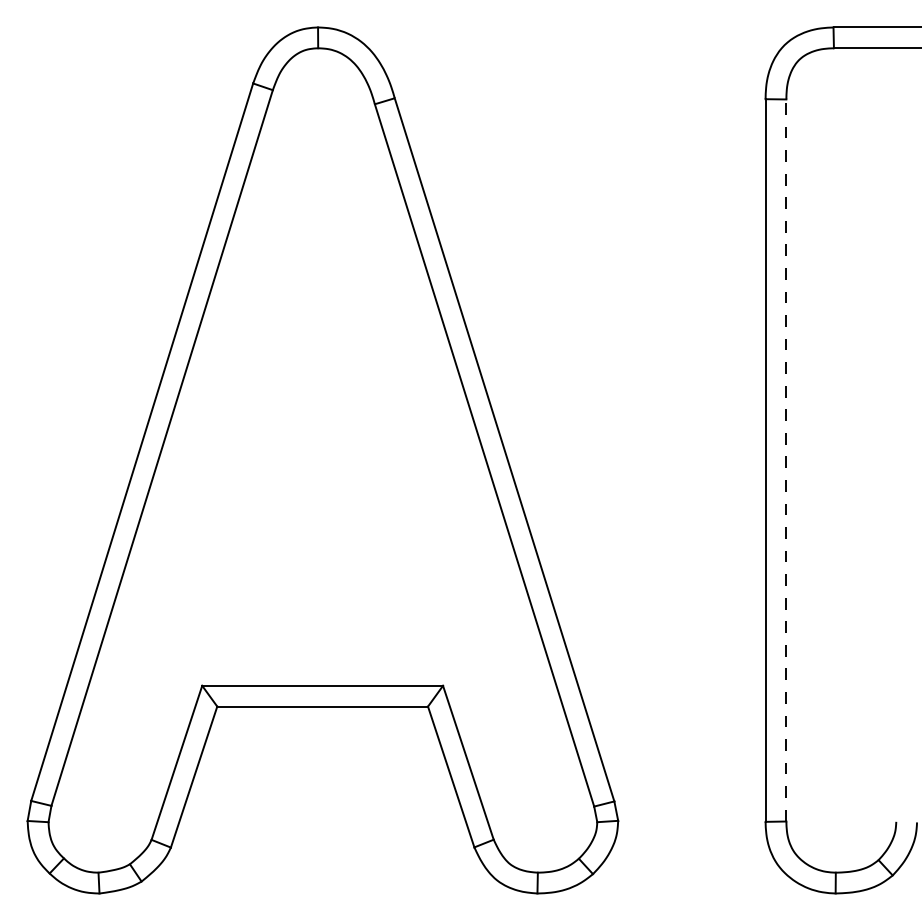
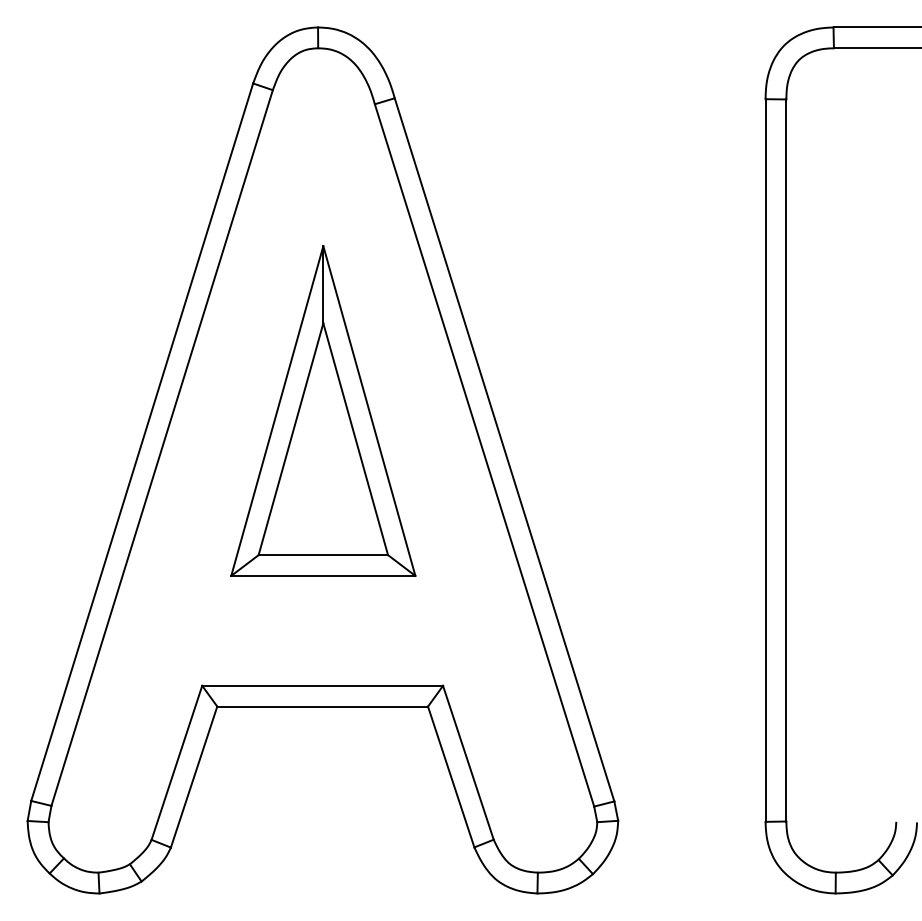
part at (323, 410): none -> present
line at (786, 459): dashed -> solid
